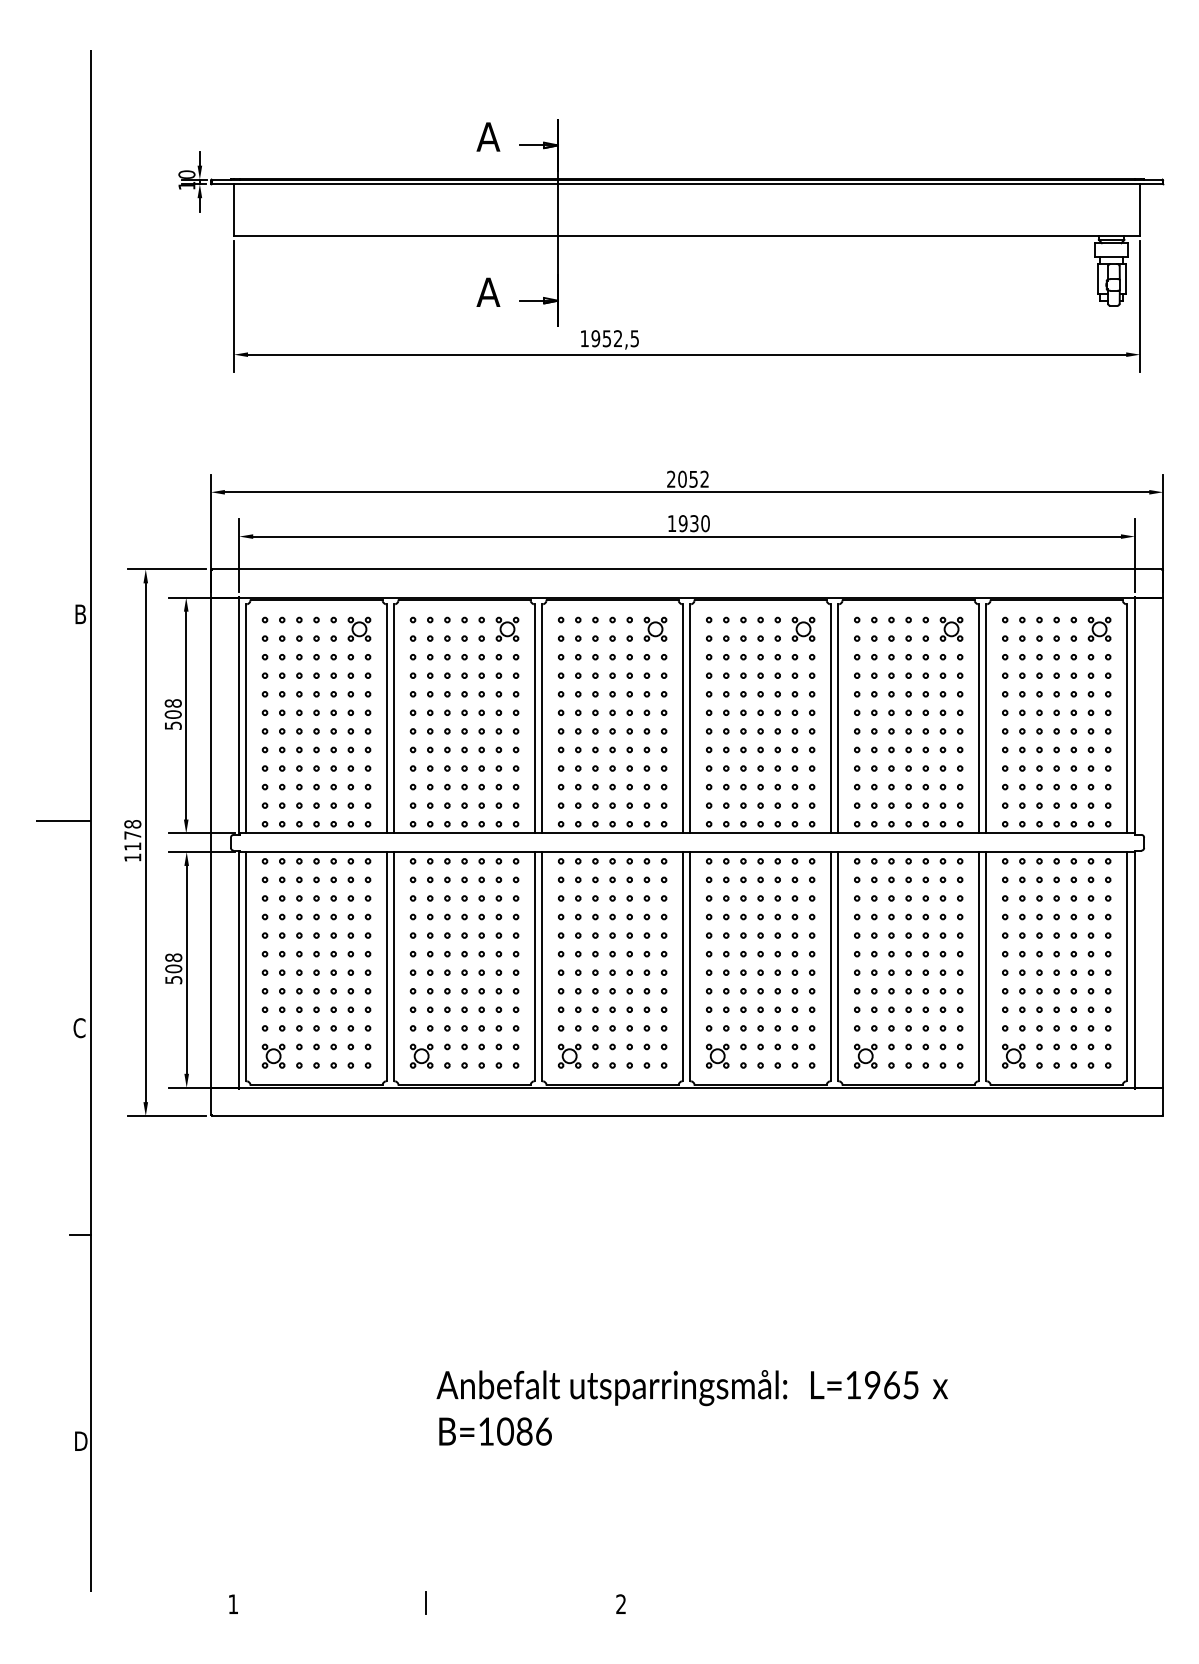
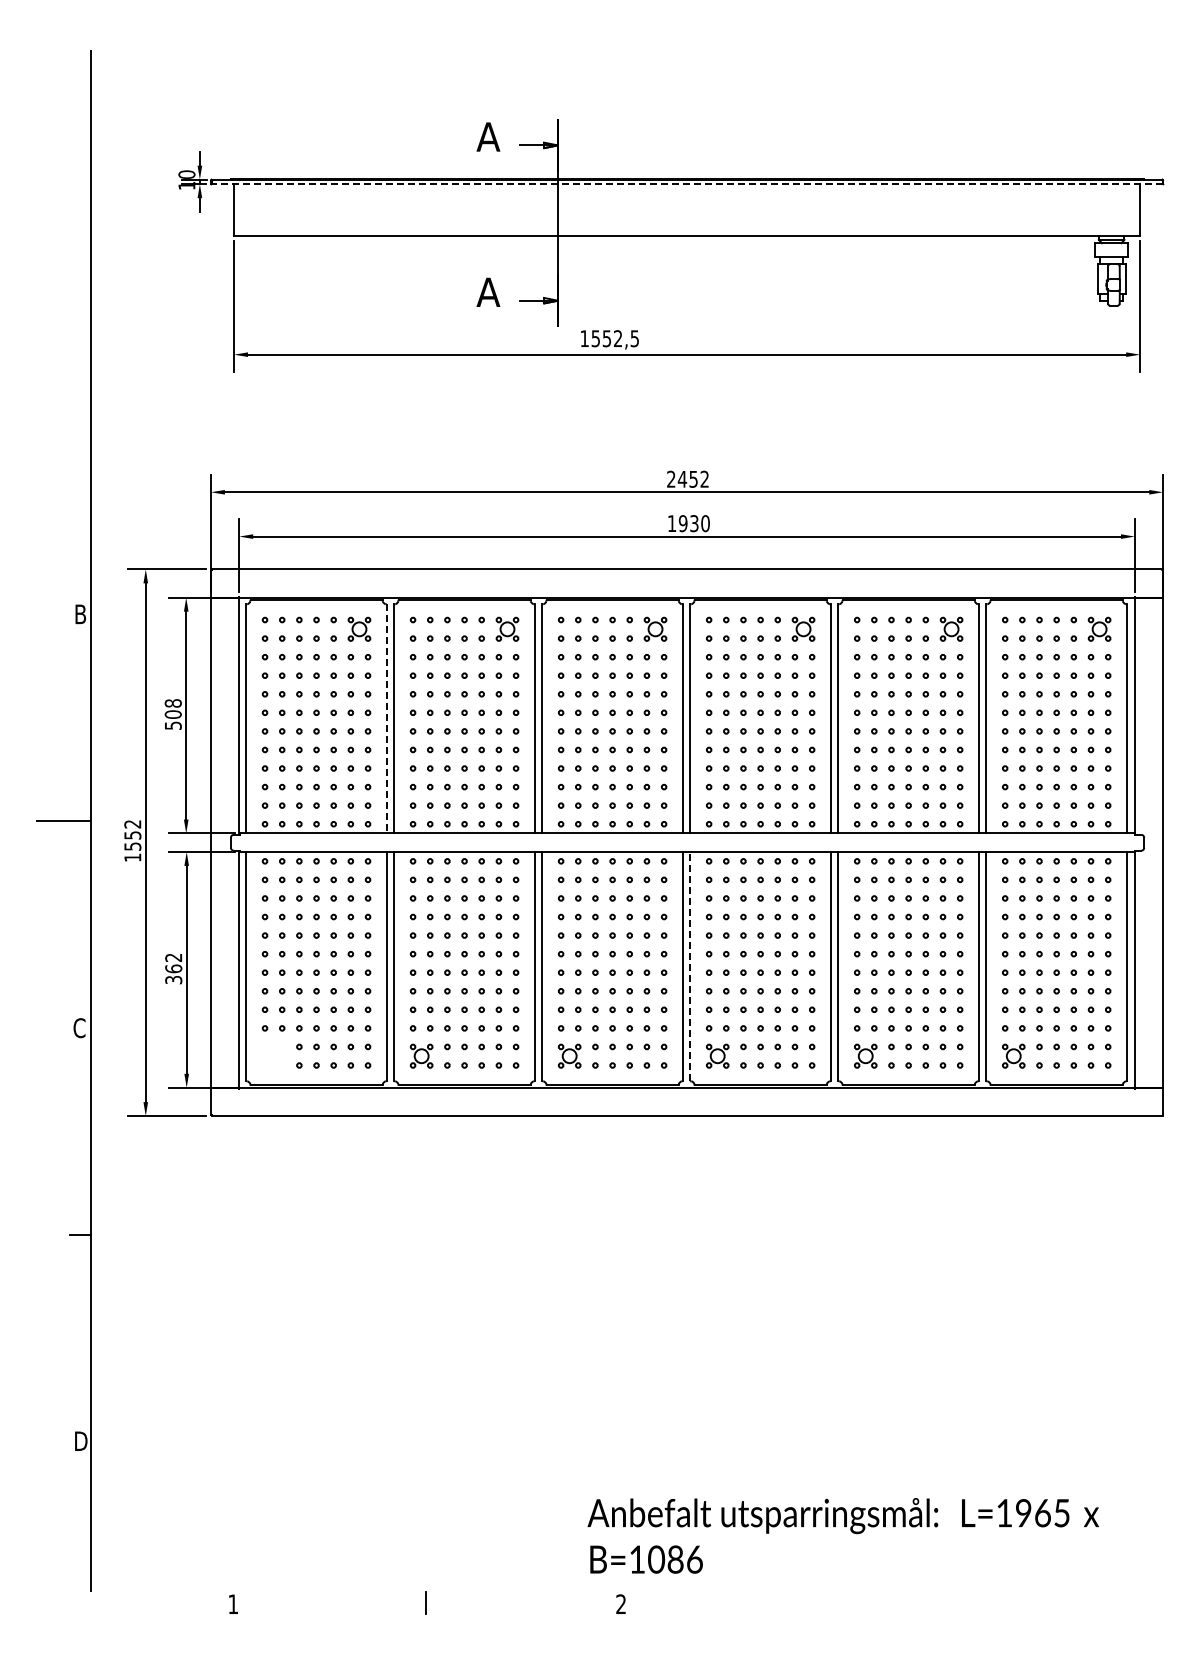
line at (686, 184): solid -> dashed
text at (595, 338): 1952,5 -> 1552,5
text at (682, 478): 2052 -> 2452
line at (386, 718): solid -> dashed
text at (132, 835): 1178 -> 1552
line at (690, 966): solid -> dashed
text at (173, 968): 508 -> 362
part at (273, 1055): present -> none
text at (691, 1407) position: (691, 1407) -> (842, 1535)
